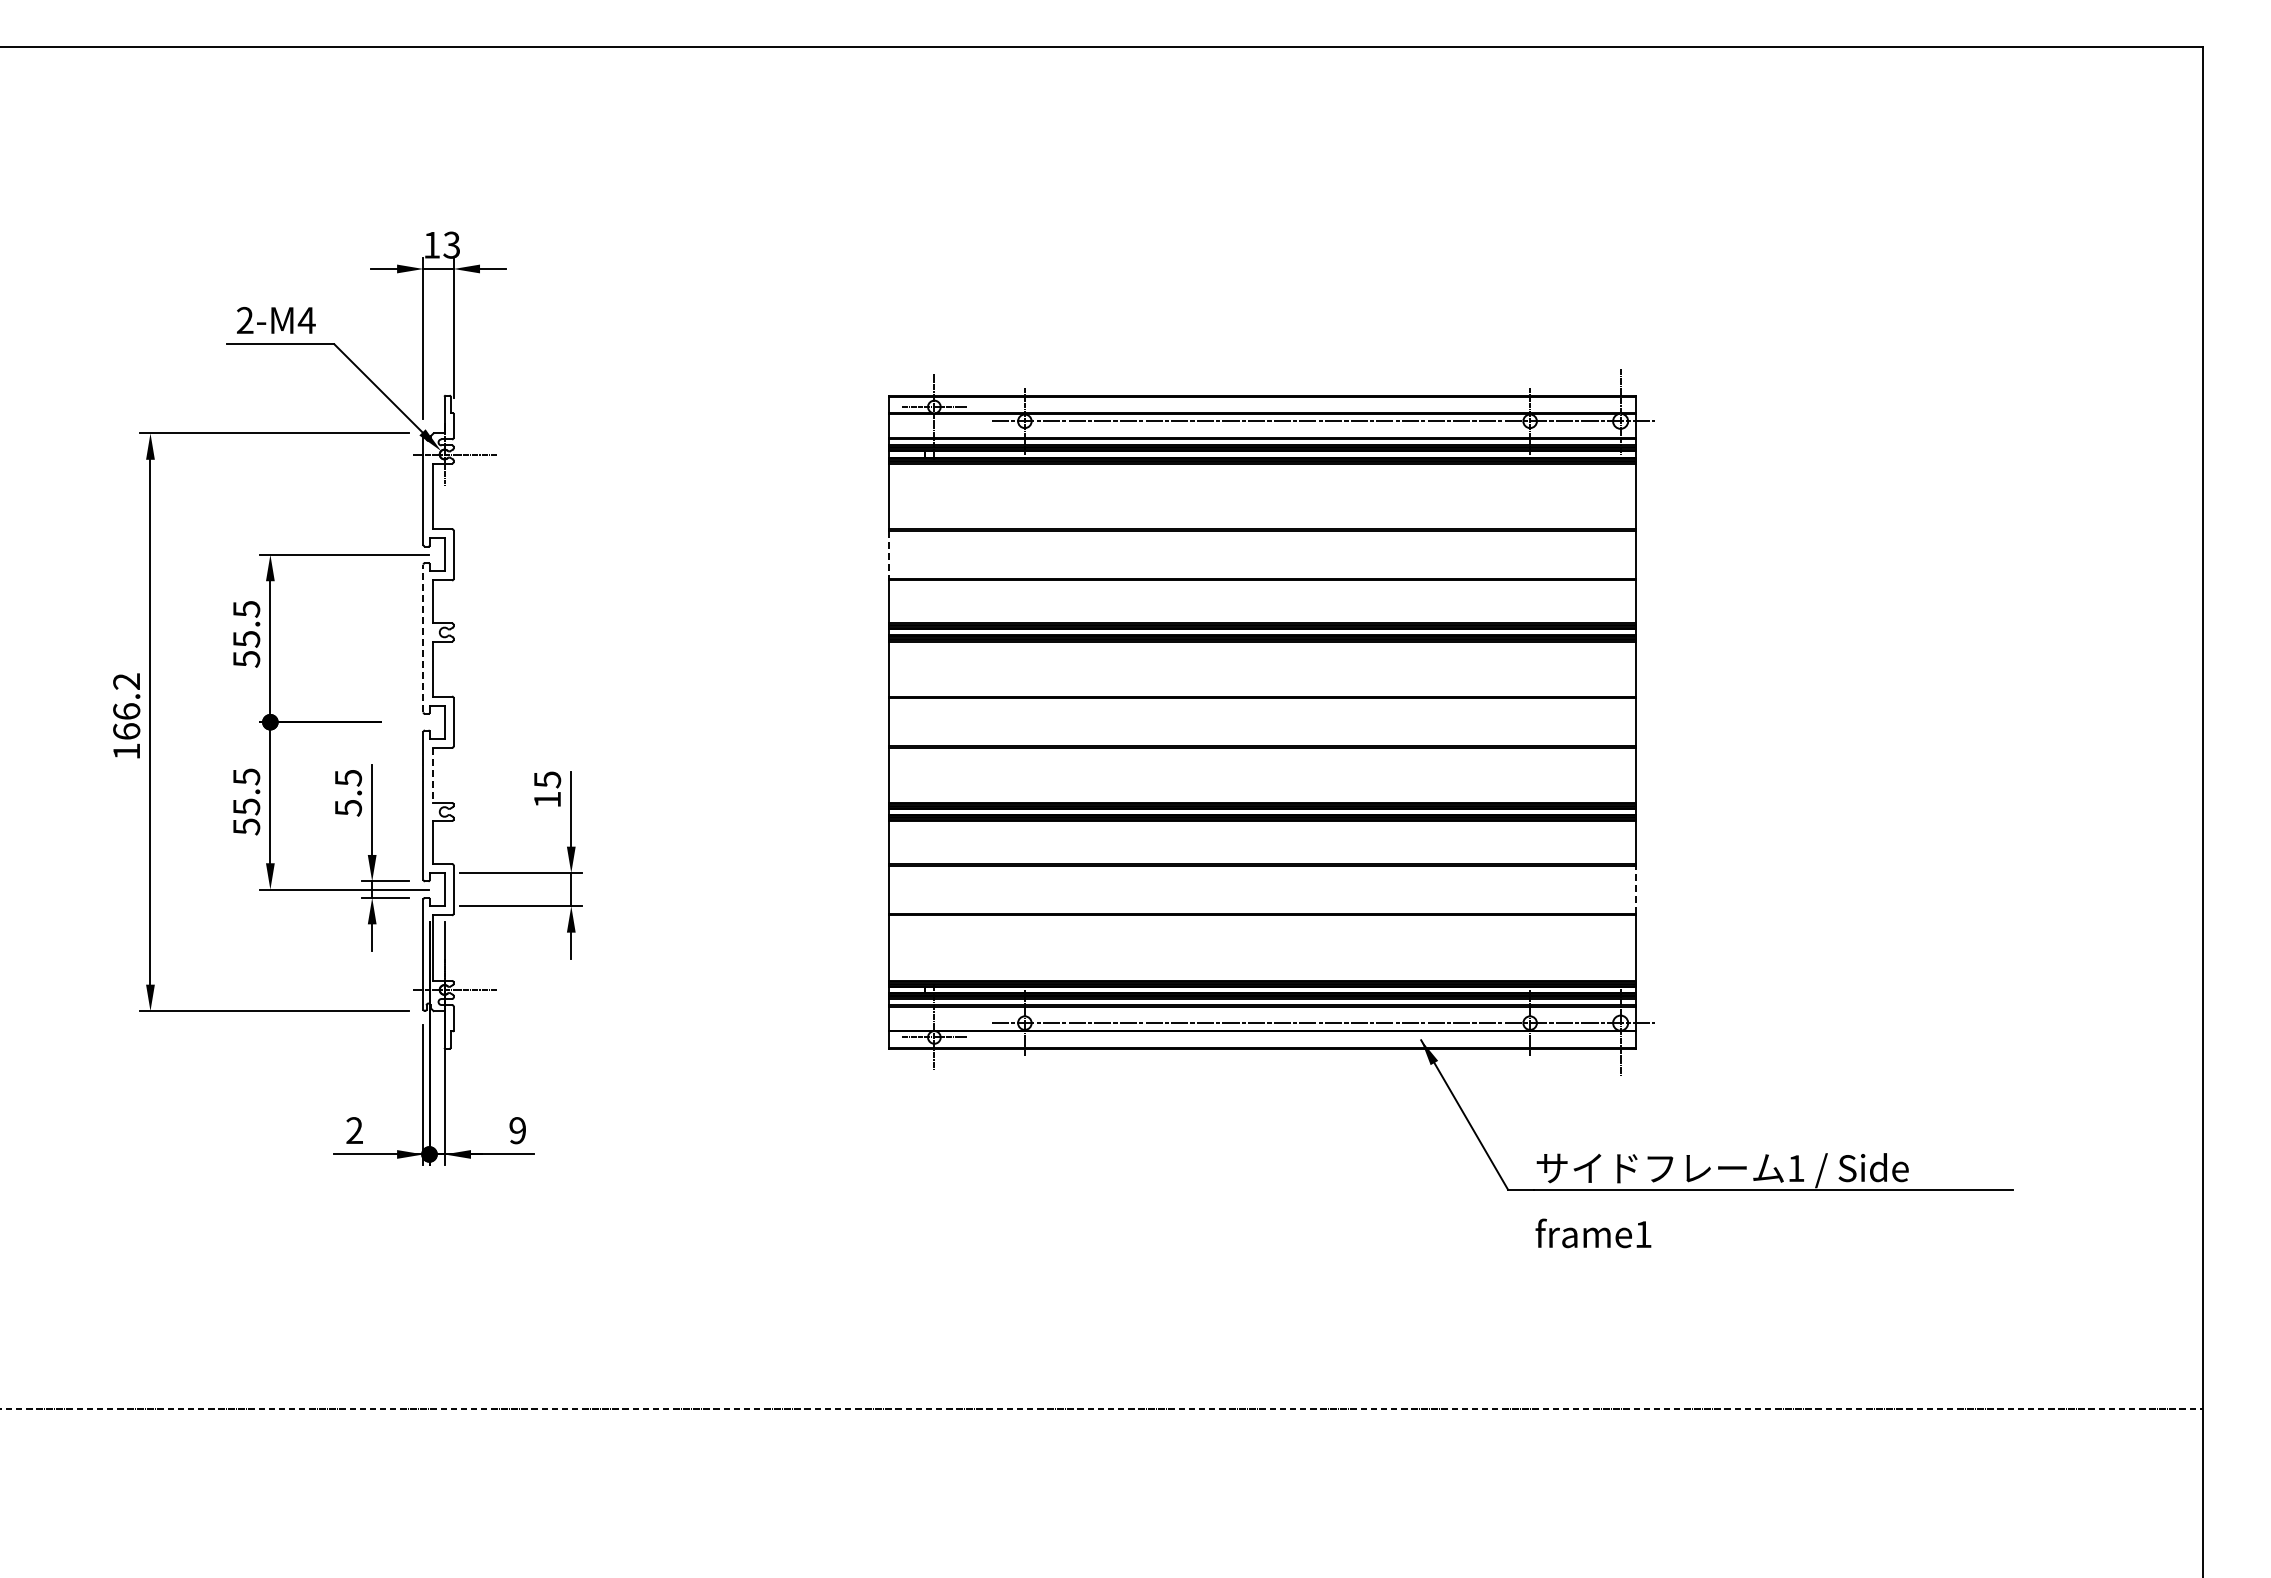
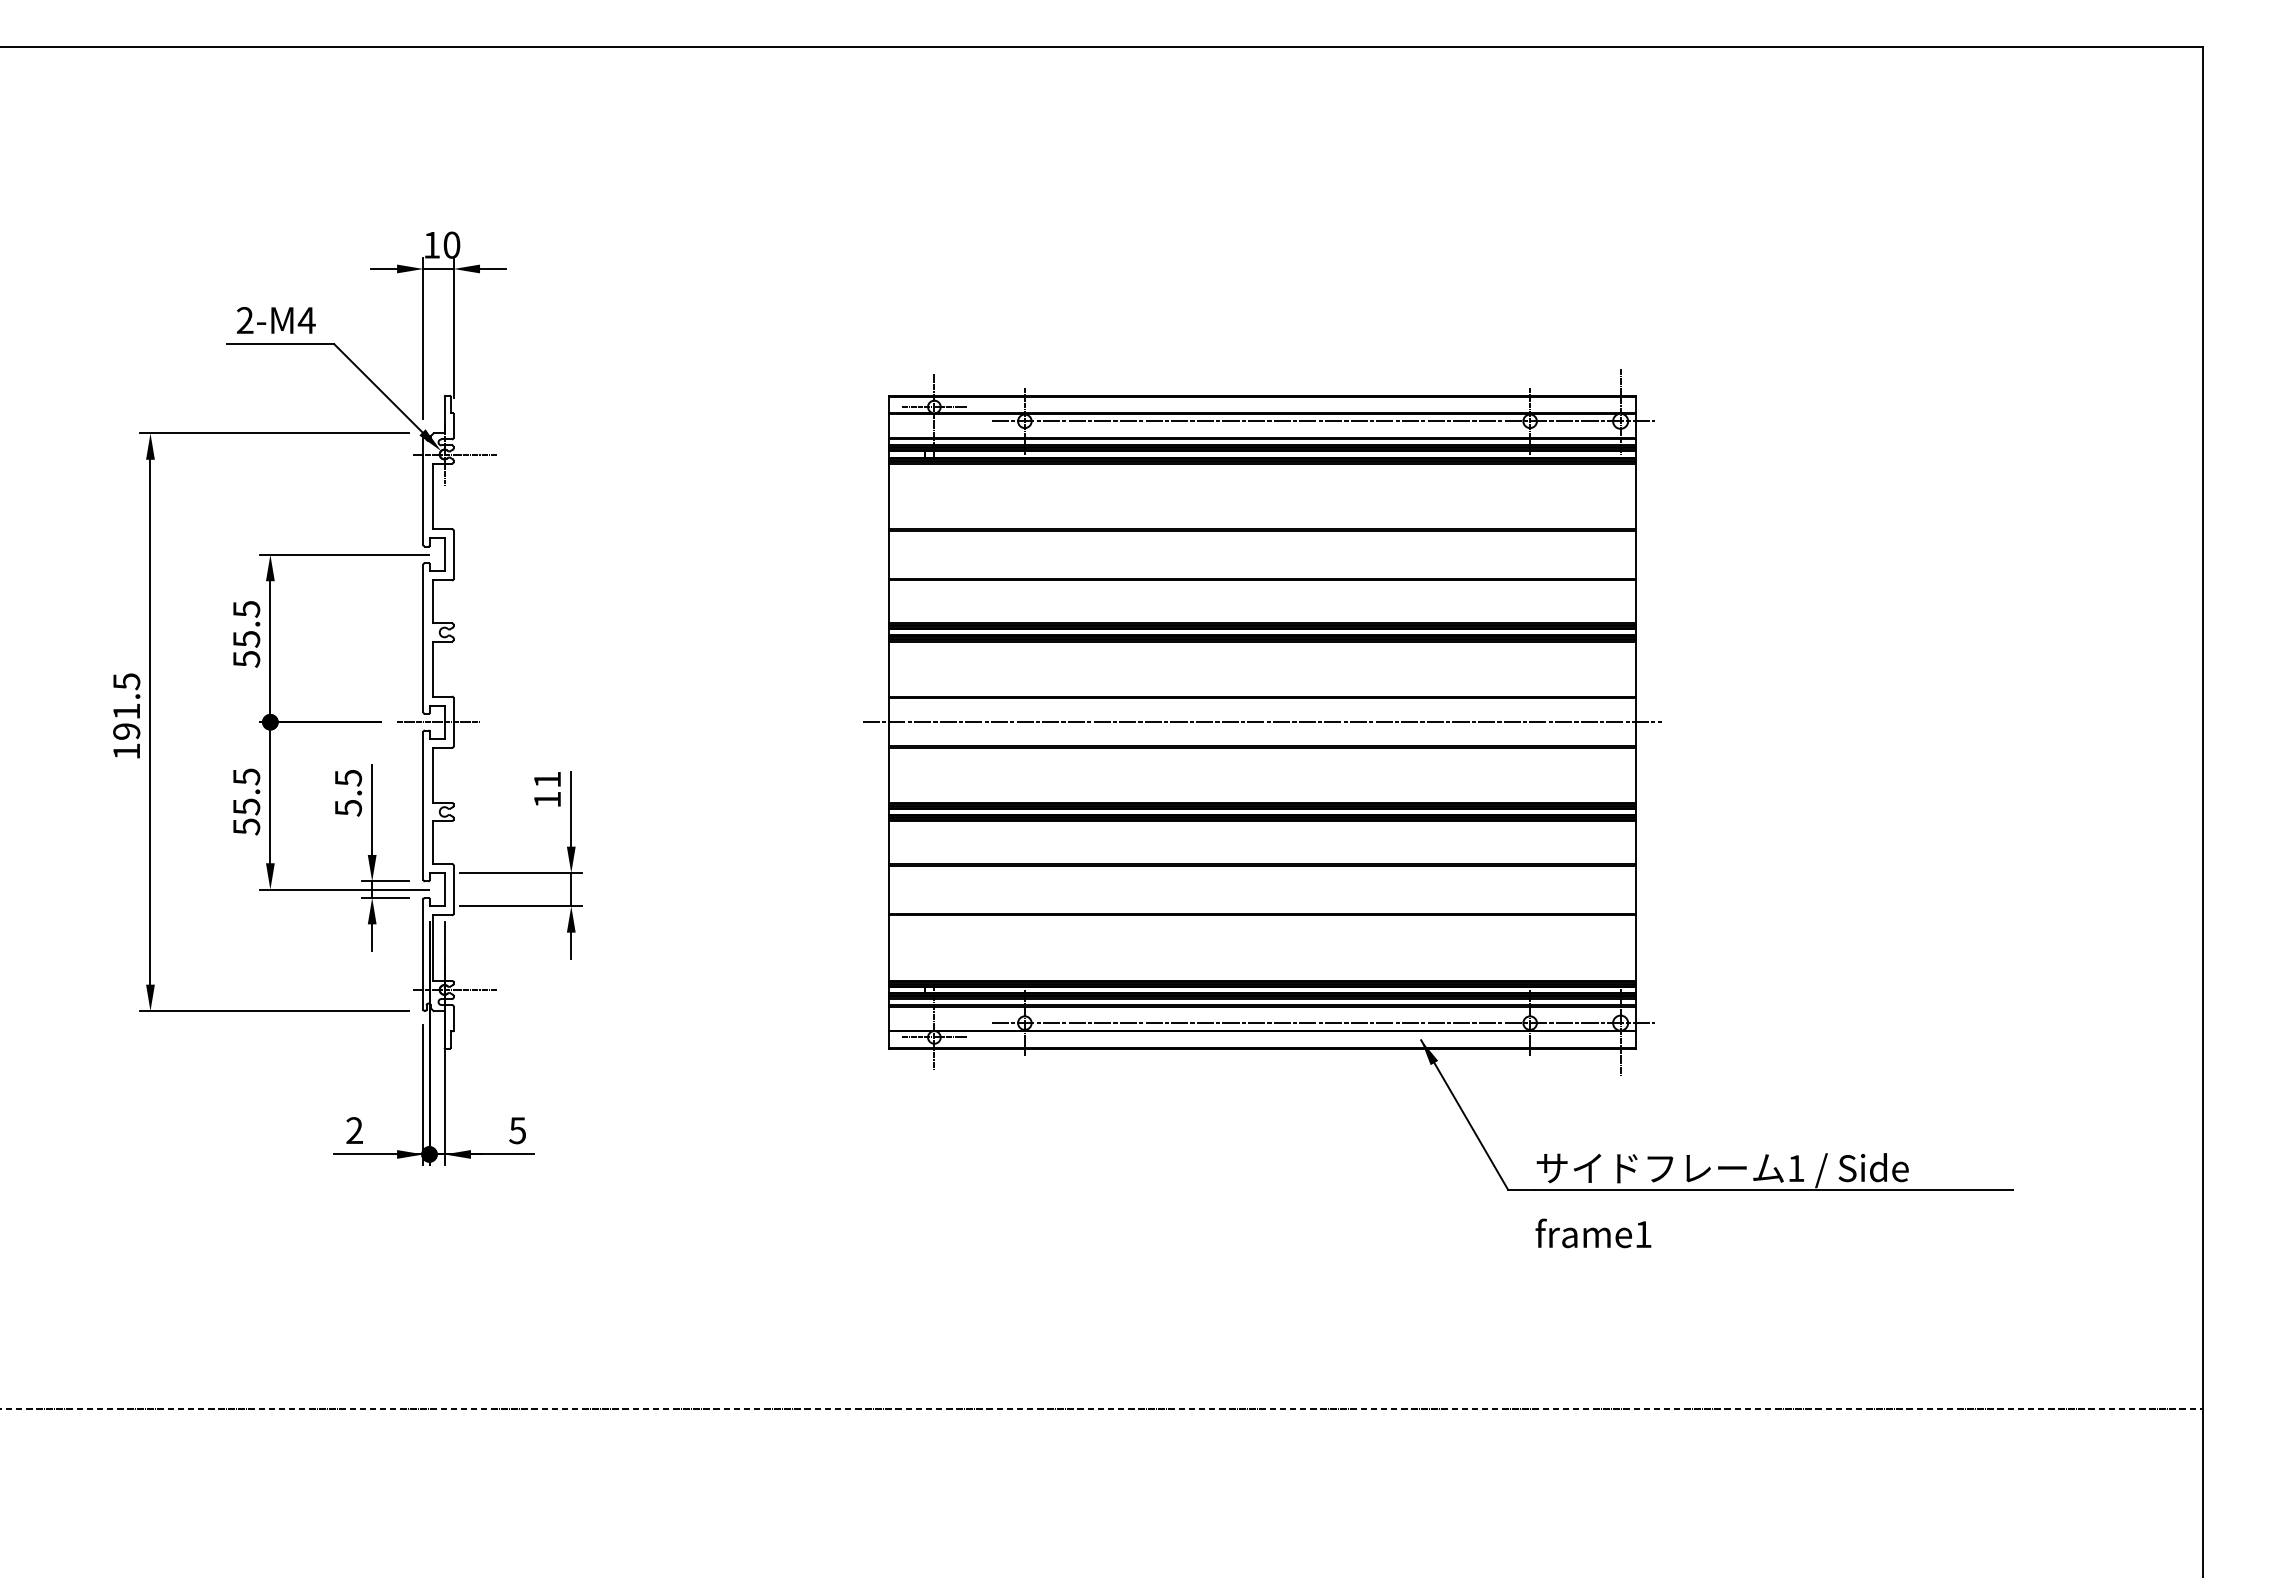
text at (451, 244): 13 -> 10
line at (889, 555): dashed -> solid
line at (423, 638): dashed -> solid
text at (126, 706): 166.2 -> 191.5
line at (438, 722): none -> present
line at (1262, 722): none -> present
line at (432, 775): dashed -> solid
text at (547, 779): 15 -> 11
line at (1635, 889): dashed -> solid
text at (517, 1130): 9 -> 5
